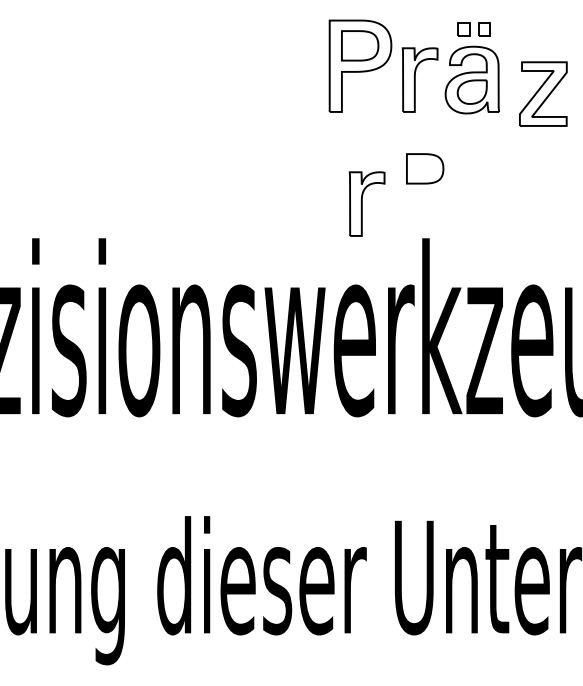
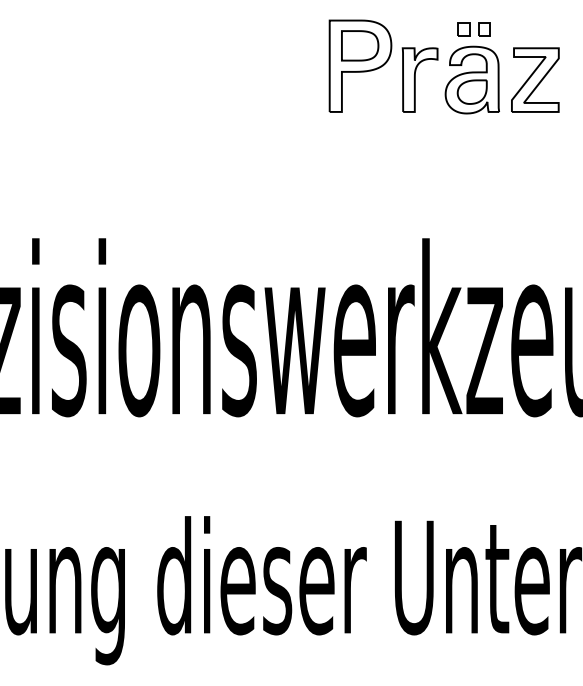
part at (543, 93) position: (543, 93) -> (535, 79)
part at (425, 168): present -> none
part at (366, 203): present -> none
